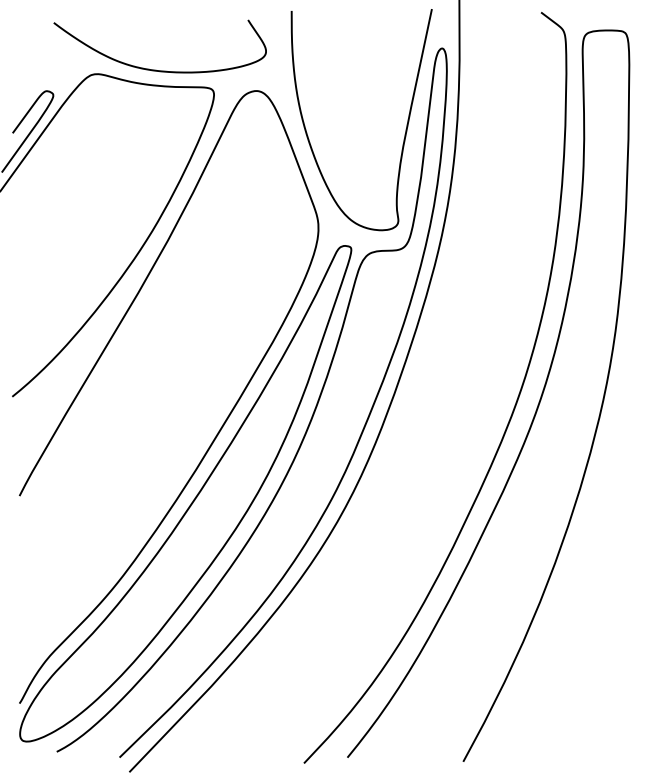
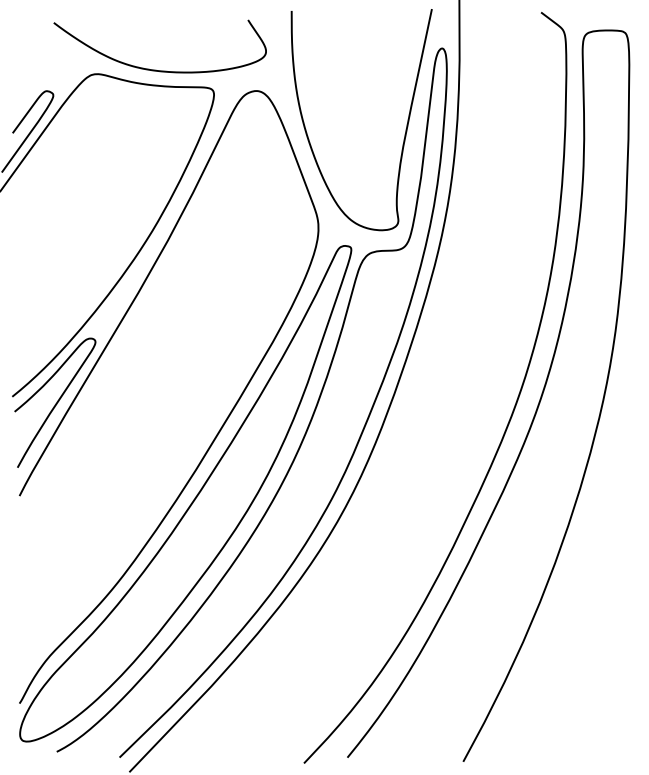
curve at (56, 402): none -> present
